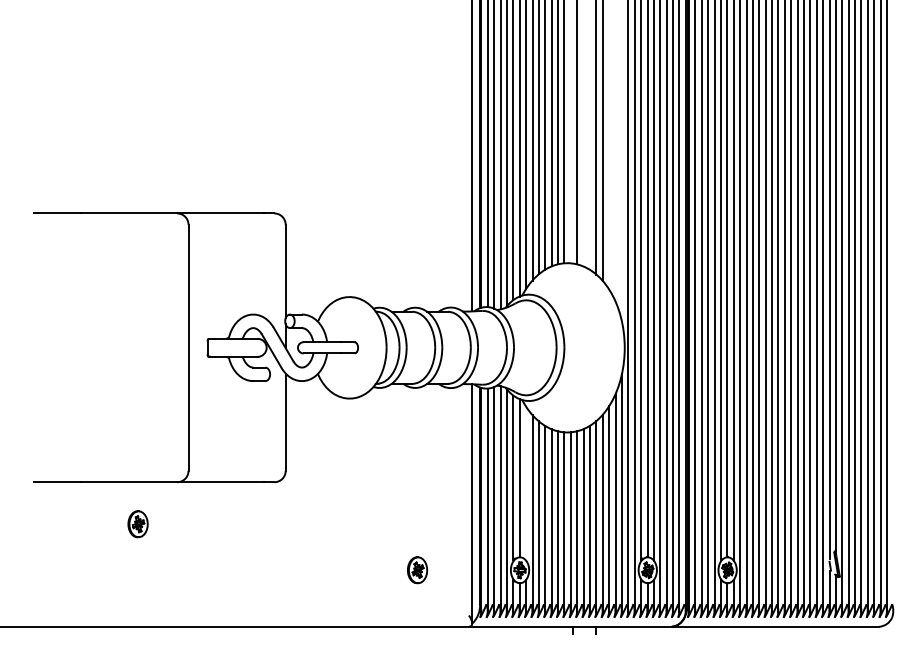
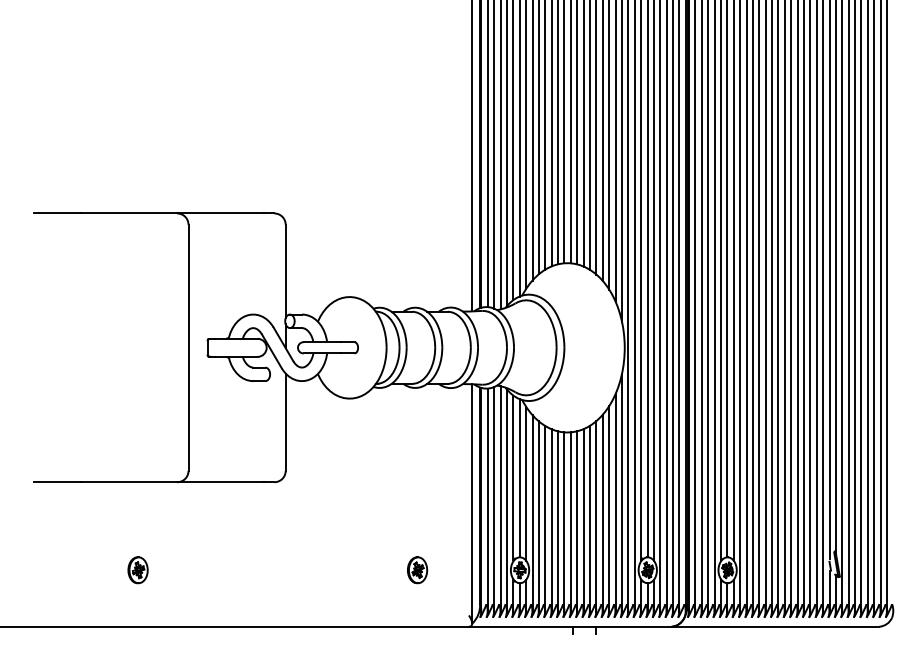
line at (570, 132): none -> present
line at (583, 134): none -> present
line at (590, 135): none -> present
line at (609, 145): none -> present
line at (615, 151): none -> present
line at (621, 161): none -> present
line at (526, 483): none -> present
part at (137, 524) position: (137, 524) -> (137, 570)
